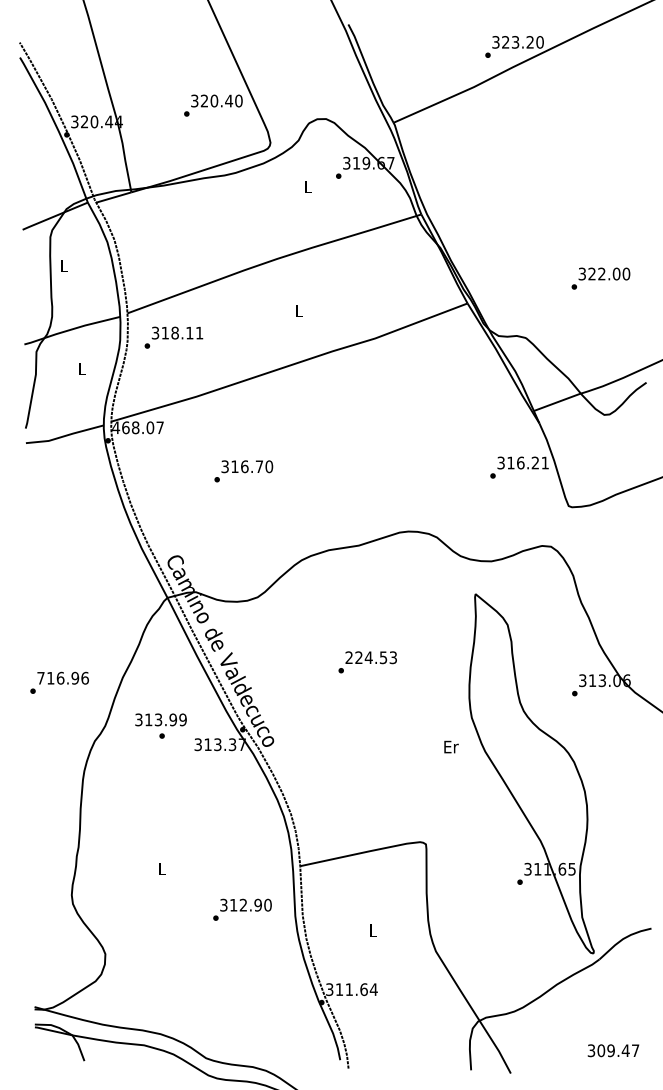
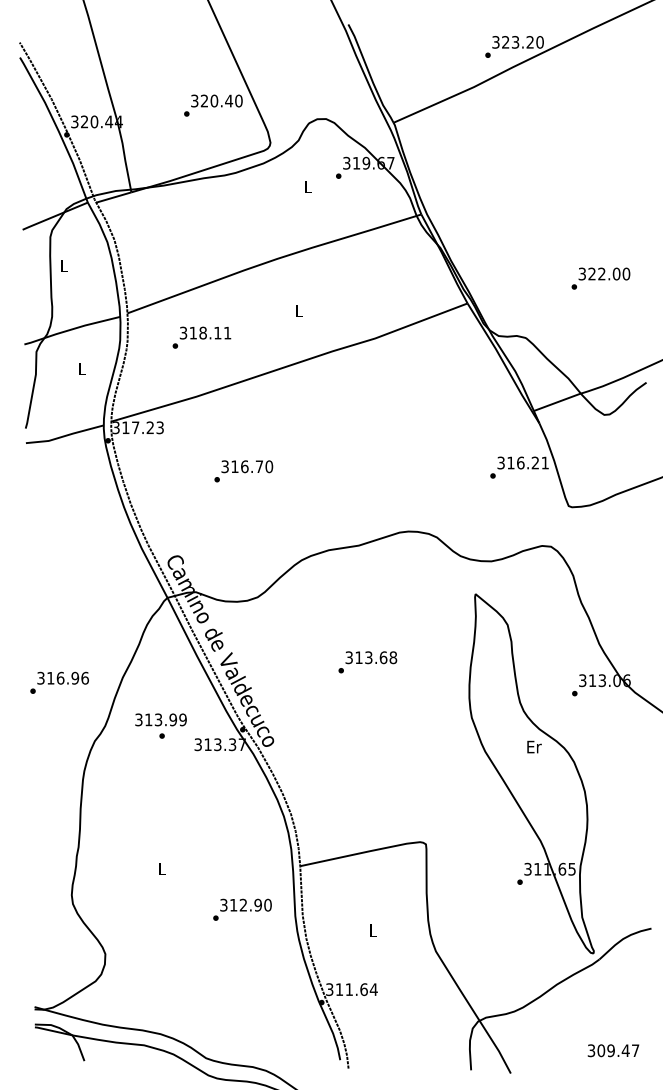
text at (173, 337) position: (173, 337) -> (201, 337)
text at (137, 427): 468.07 -> 317.23
text at (371, 657): 224.53 -> 313.68
text at (40, 677): 716.96 -> 316.96
text at (451, 746) position: (451, 746) -> (534, 746)
